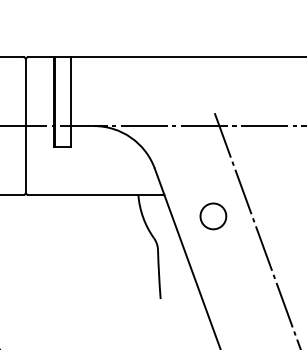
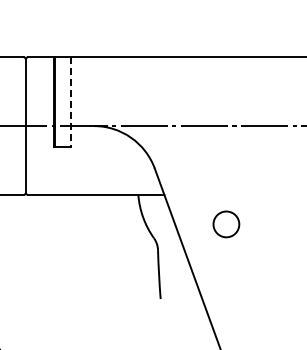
line at (71, 102): solid -> dashed
circle at (213, 216) position: (213, 216) -> (226, 224)
line at (256, 229): present -> none
